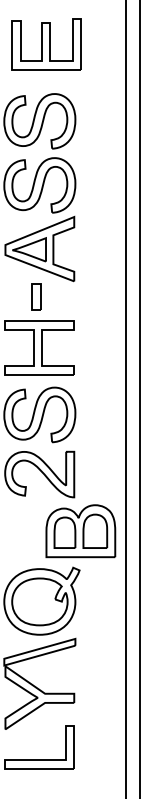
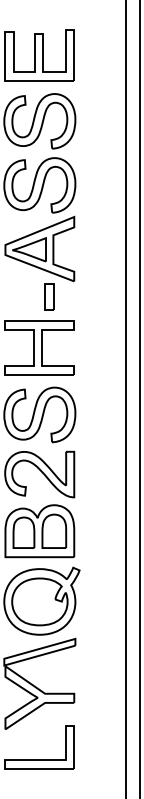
part at (46, 44) position: (46, 44) -> (39, 55)
part at (36, 296) position: (36, 296) -> (49, 296)
part at (80, 531) position: (80, 531) -> (39, 531)
